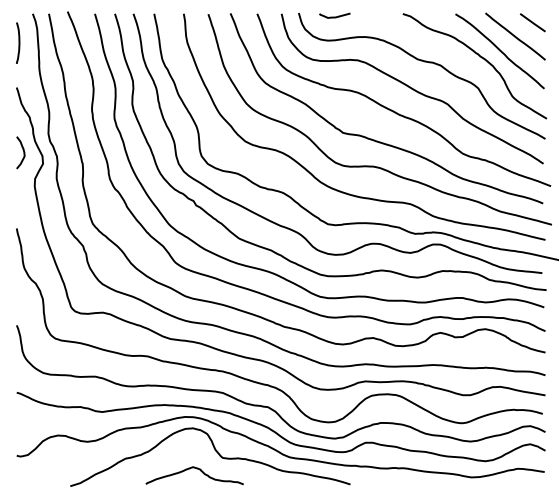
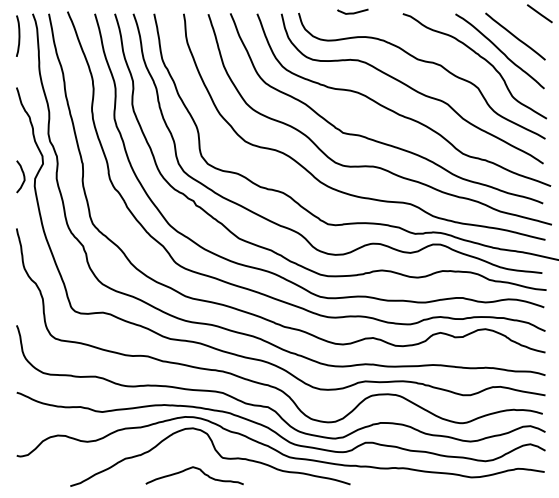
curve at (334, 16) position: (334, 16) -> (352, 12)
line at (532, 22) position: (532, 22) -> (539, 13)
curve at (18, 42) position: (18, 42) -> (18, 35)
curve at (22, 150) position: (22, 150) -> (22, 174)
